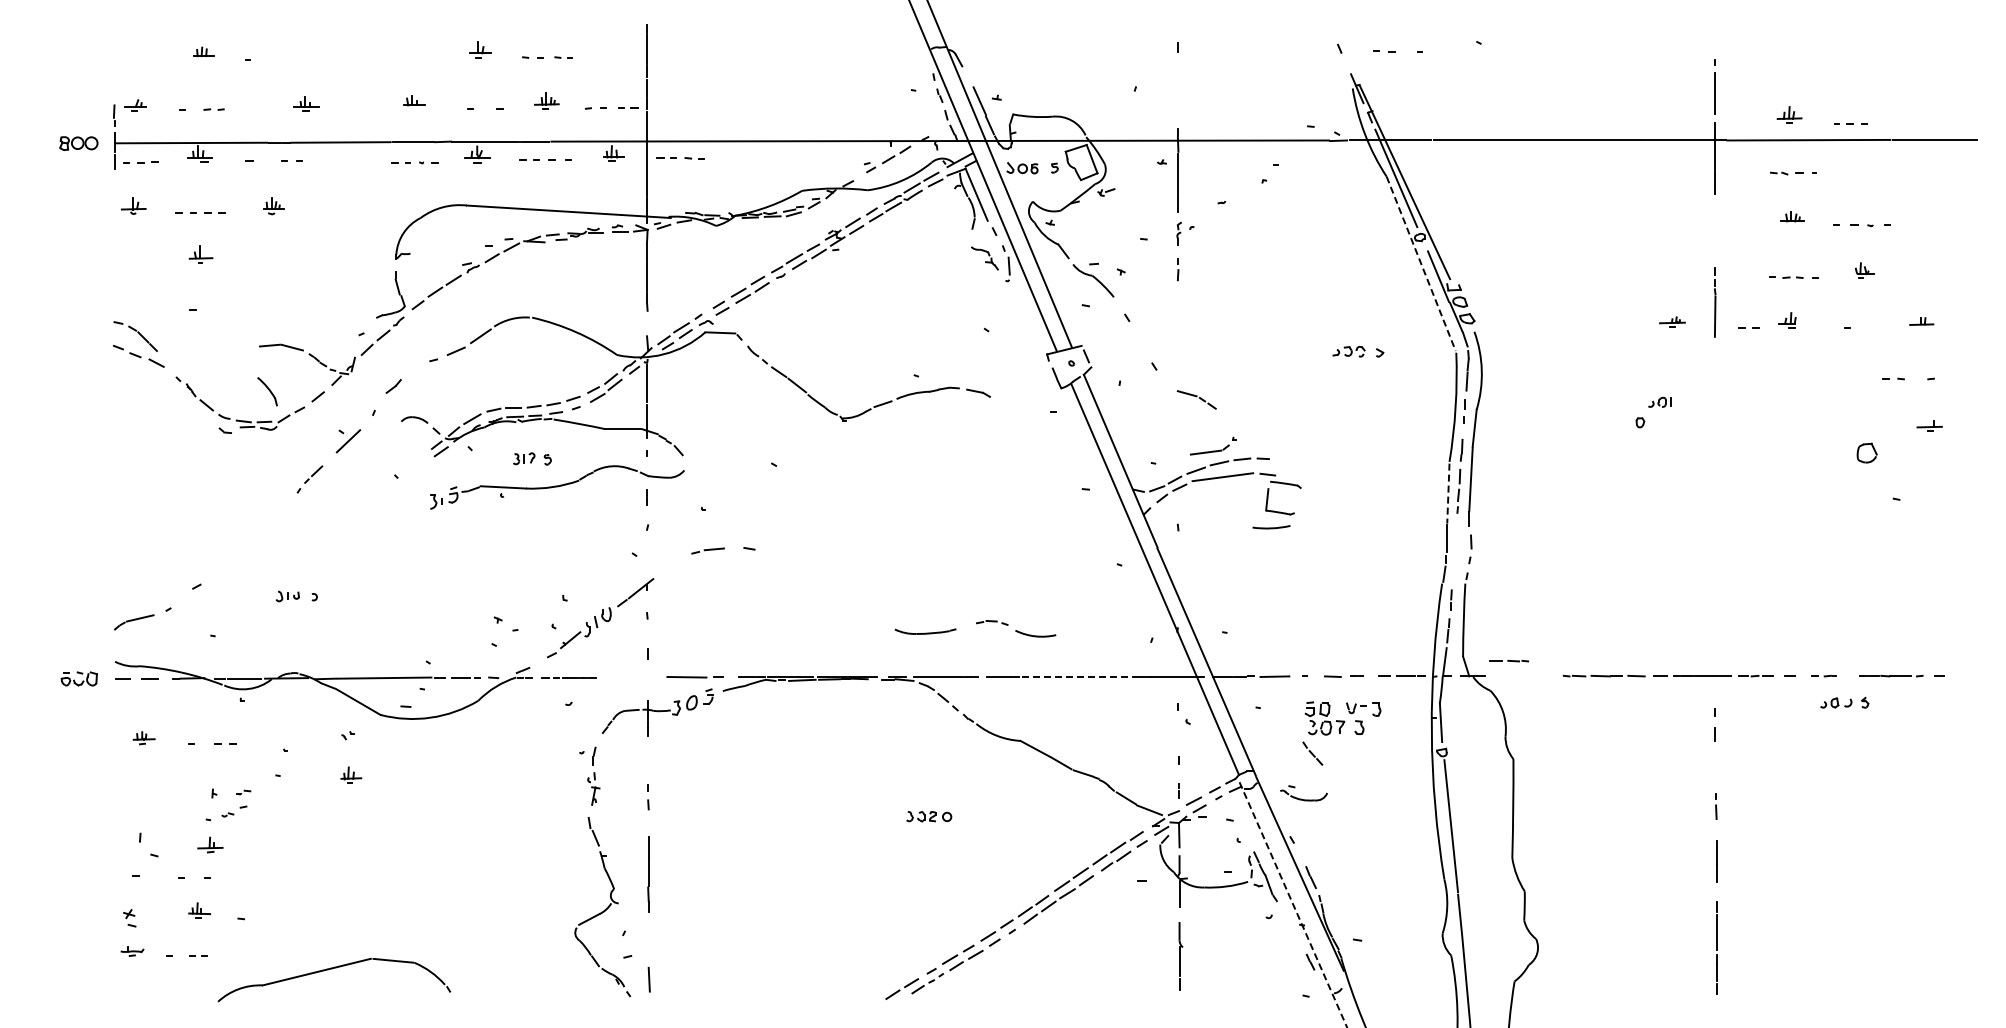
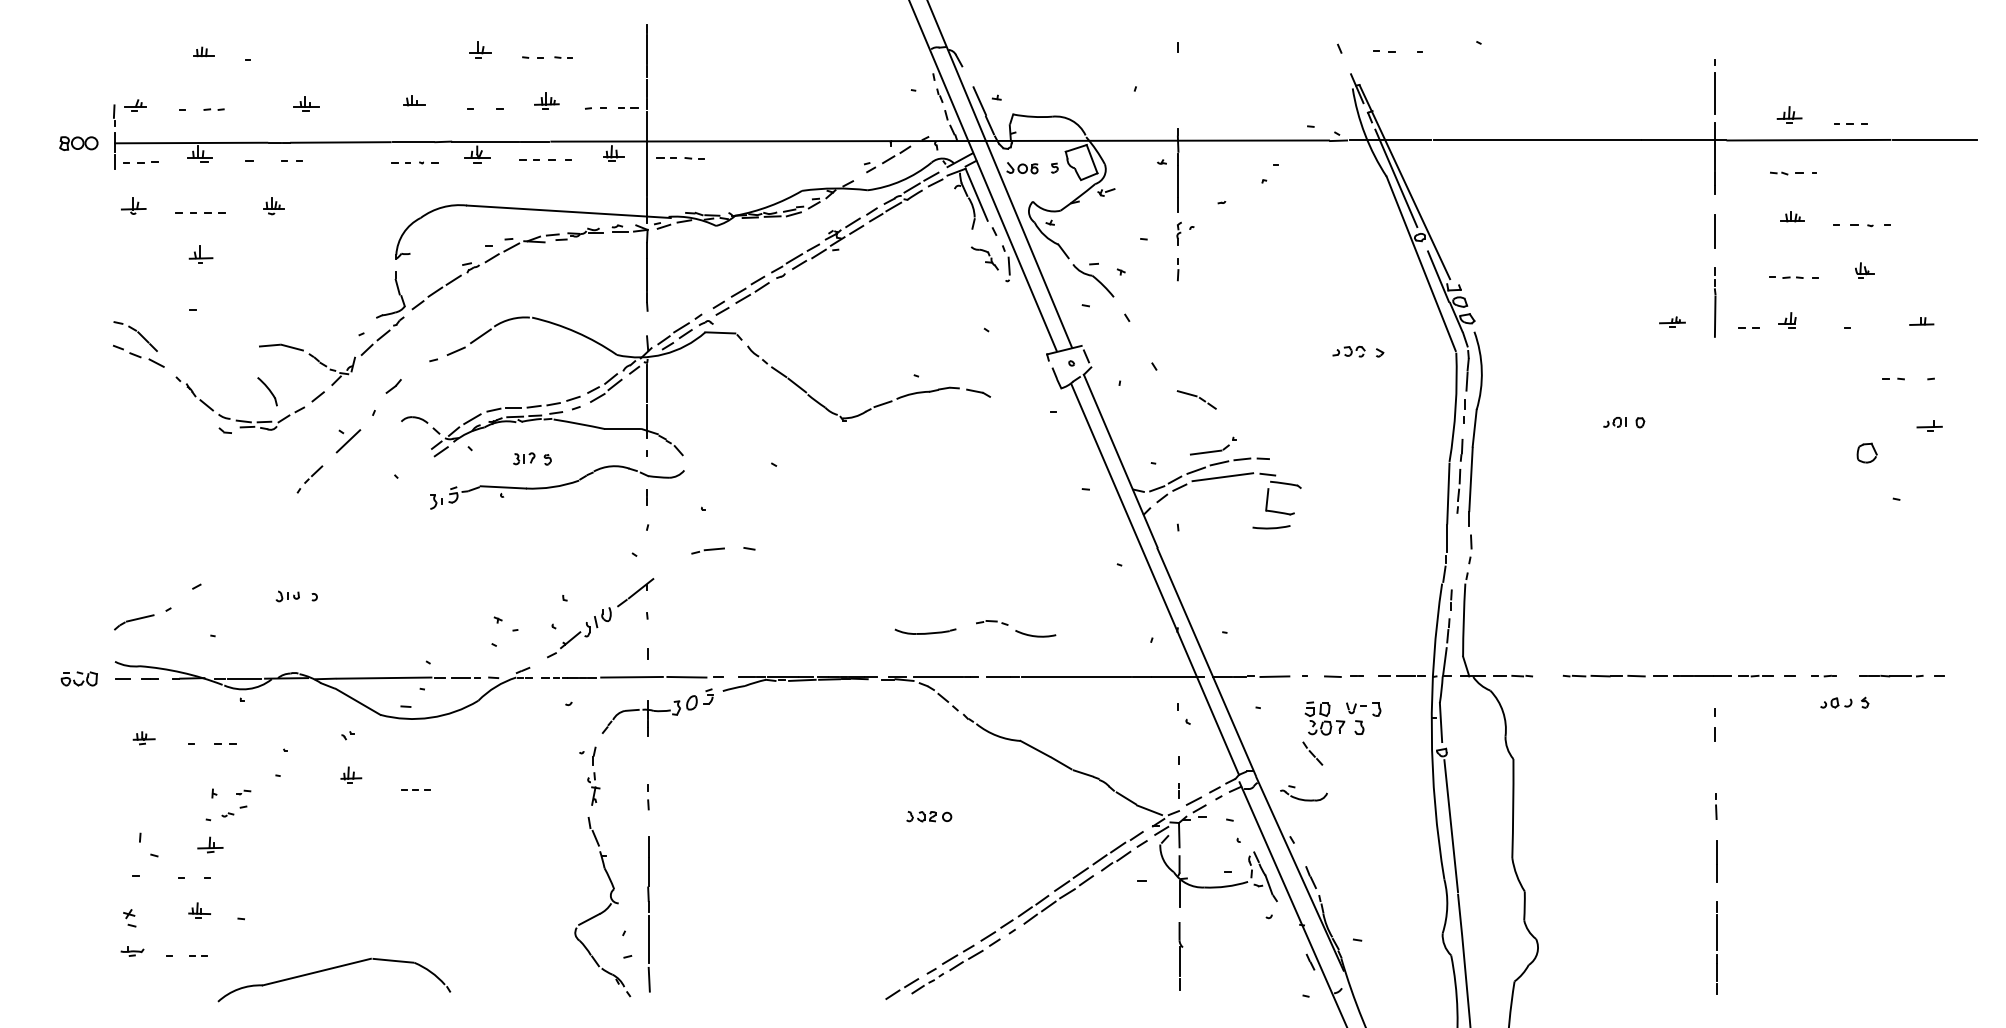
line at (1714, 231): none -> present
line at (1421, 263): dashed -> solid
part at (1659, 402) position: (1659, 402) -> (1614, 422)
line at (1448, 494): dashed -> solid
line at (1508, 661) position: (1508, 661) -> (1512, 676)
line at (631, 676): none -> present
line at (1076, 676): dashed -> solid
line at (415, 789): none -> present
line at (1293, 904): dashed -> solid
line at (648, 939): none -> present
